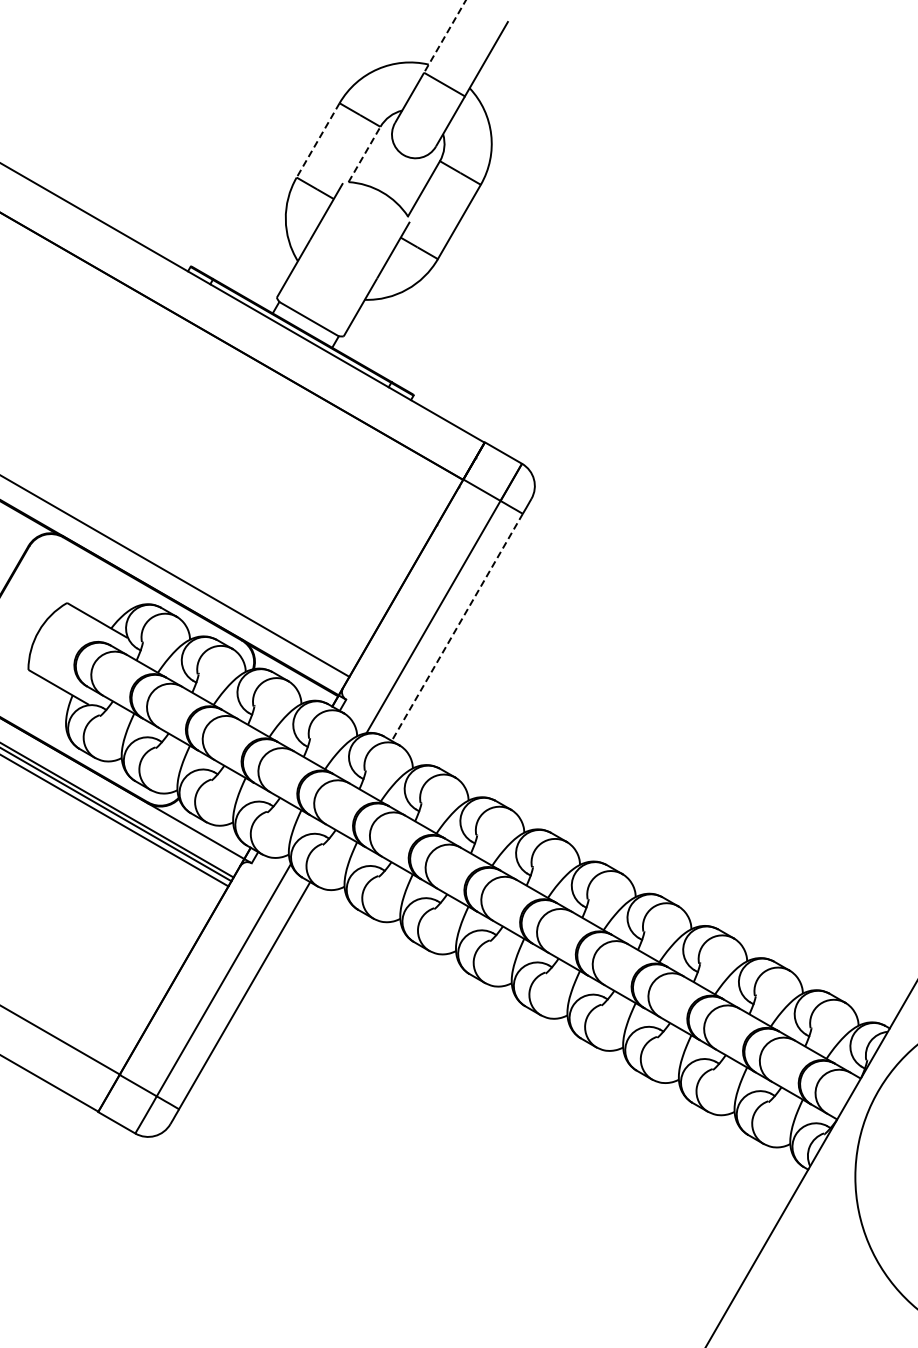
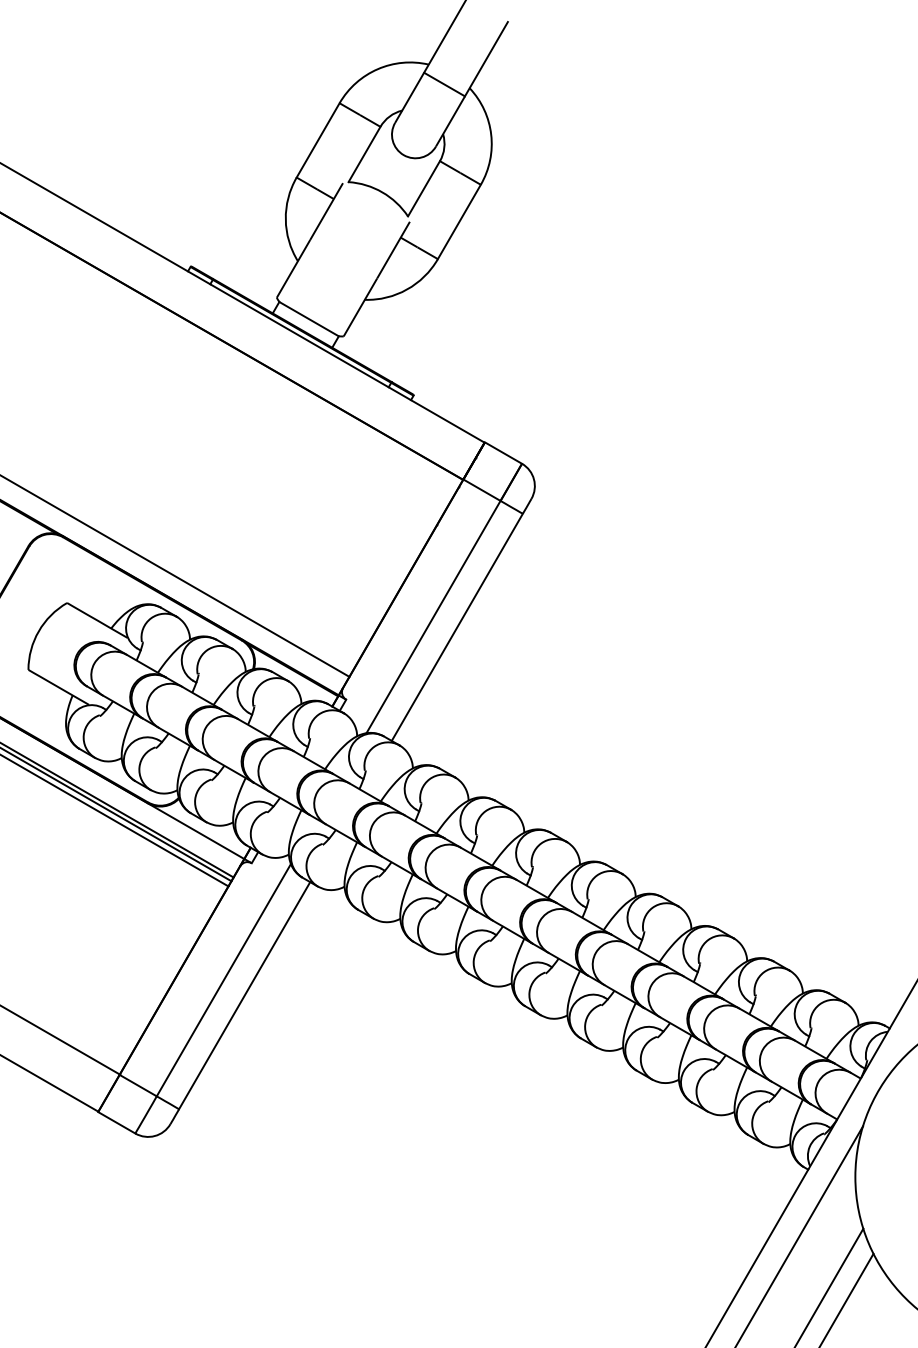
line at (445, 36): dashed -> solid
line at (318, 140): dashed -> solid
line at (364, 154): dashed -> solid
line at (457, 627): dashed -> solid
line at (799, 1235): none -> present
line at (829, 1286): none -> present
line at (846, 1298): none -> present
